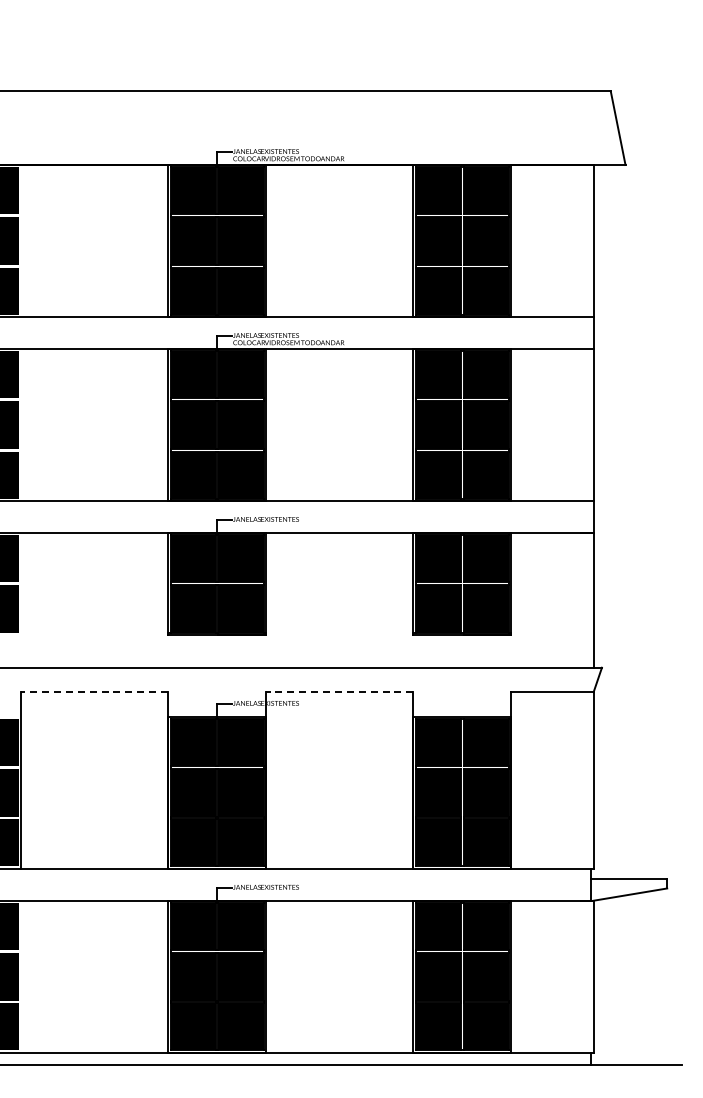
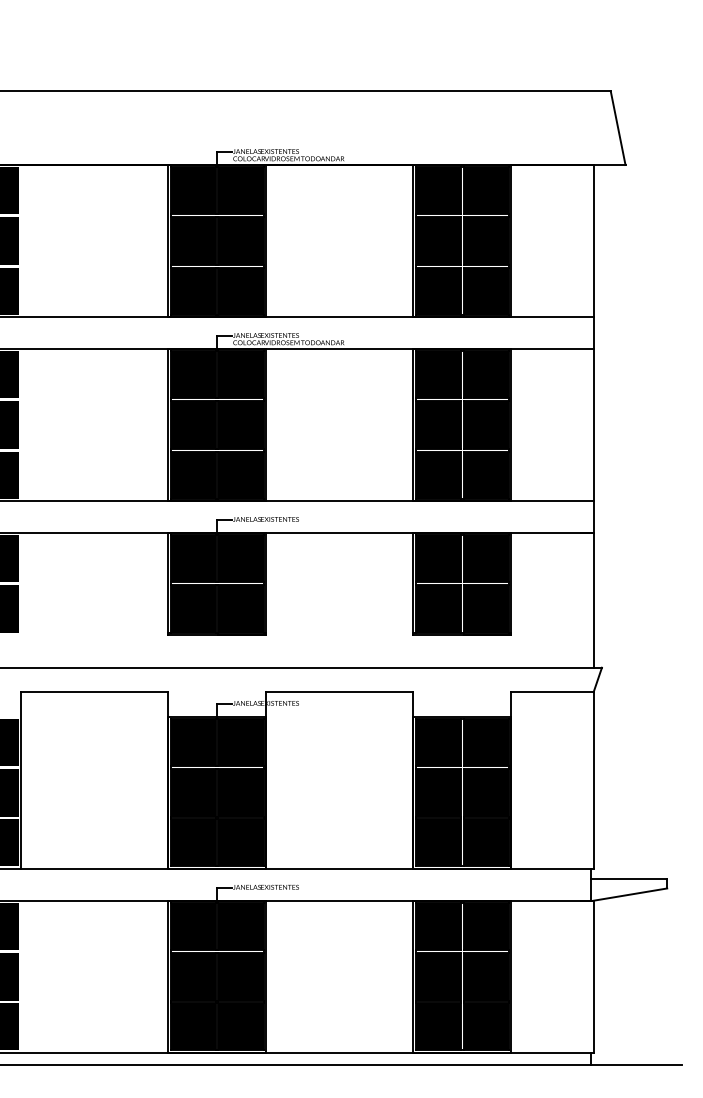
line at (94, 692): dashed -> solid
line at (339, 692): dashed -> solid
